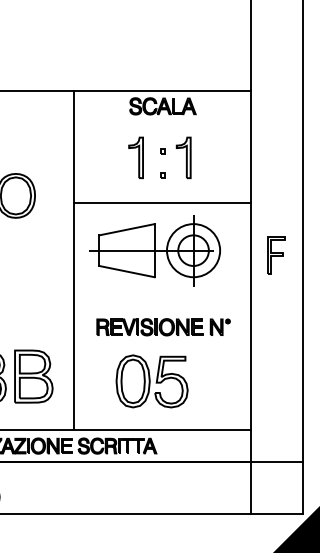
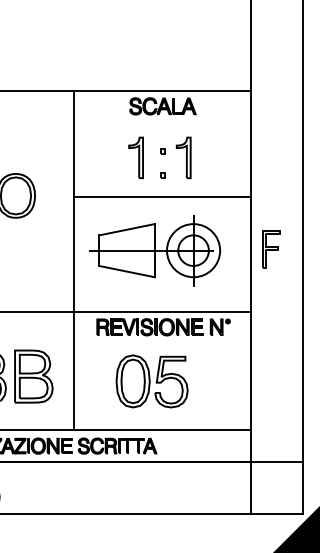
line at (161, 202) position: (161, 202) -> (161, 196)
part at (276, 255) position: (276, 255) -> (271, 249)
line at (126, 312): none -> present
